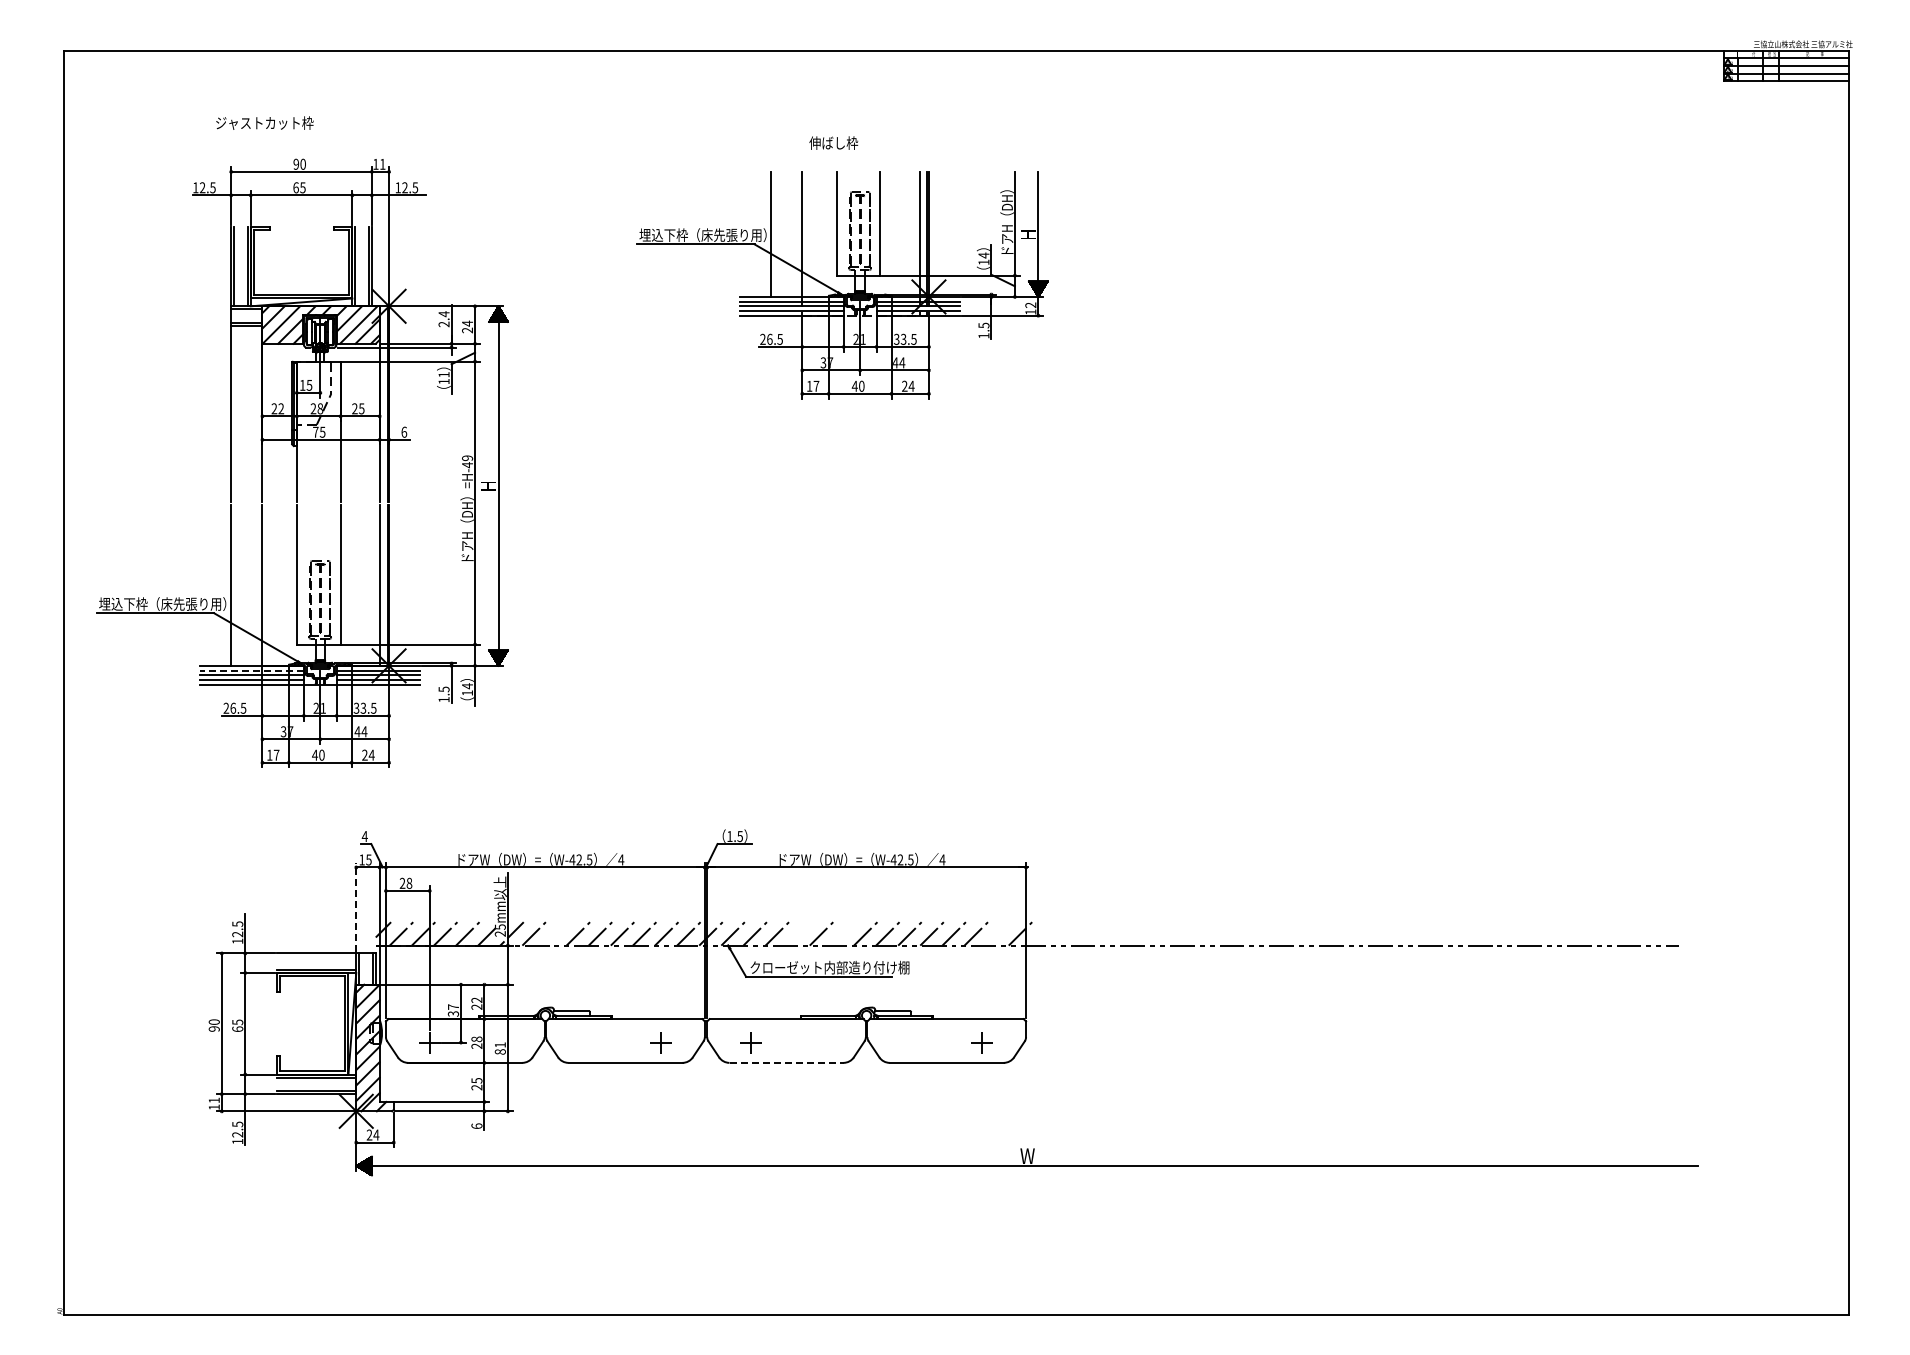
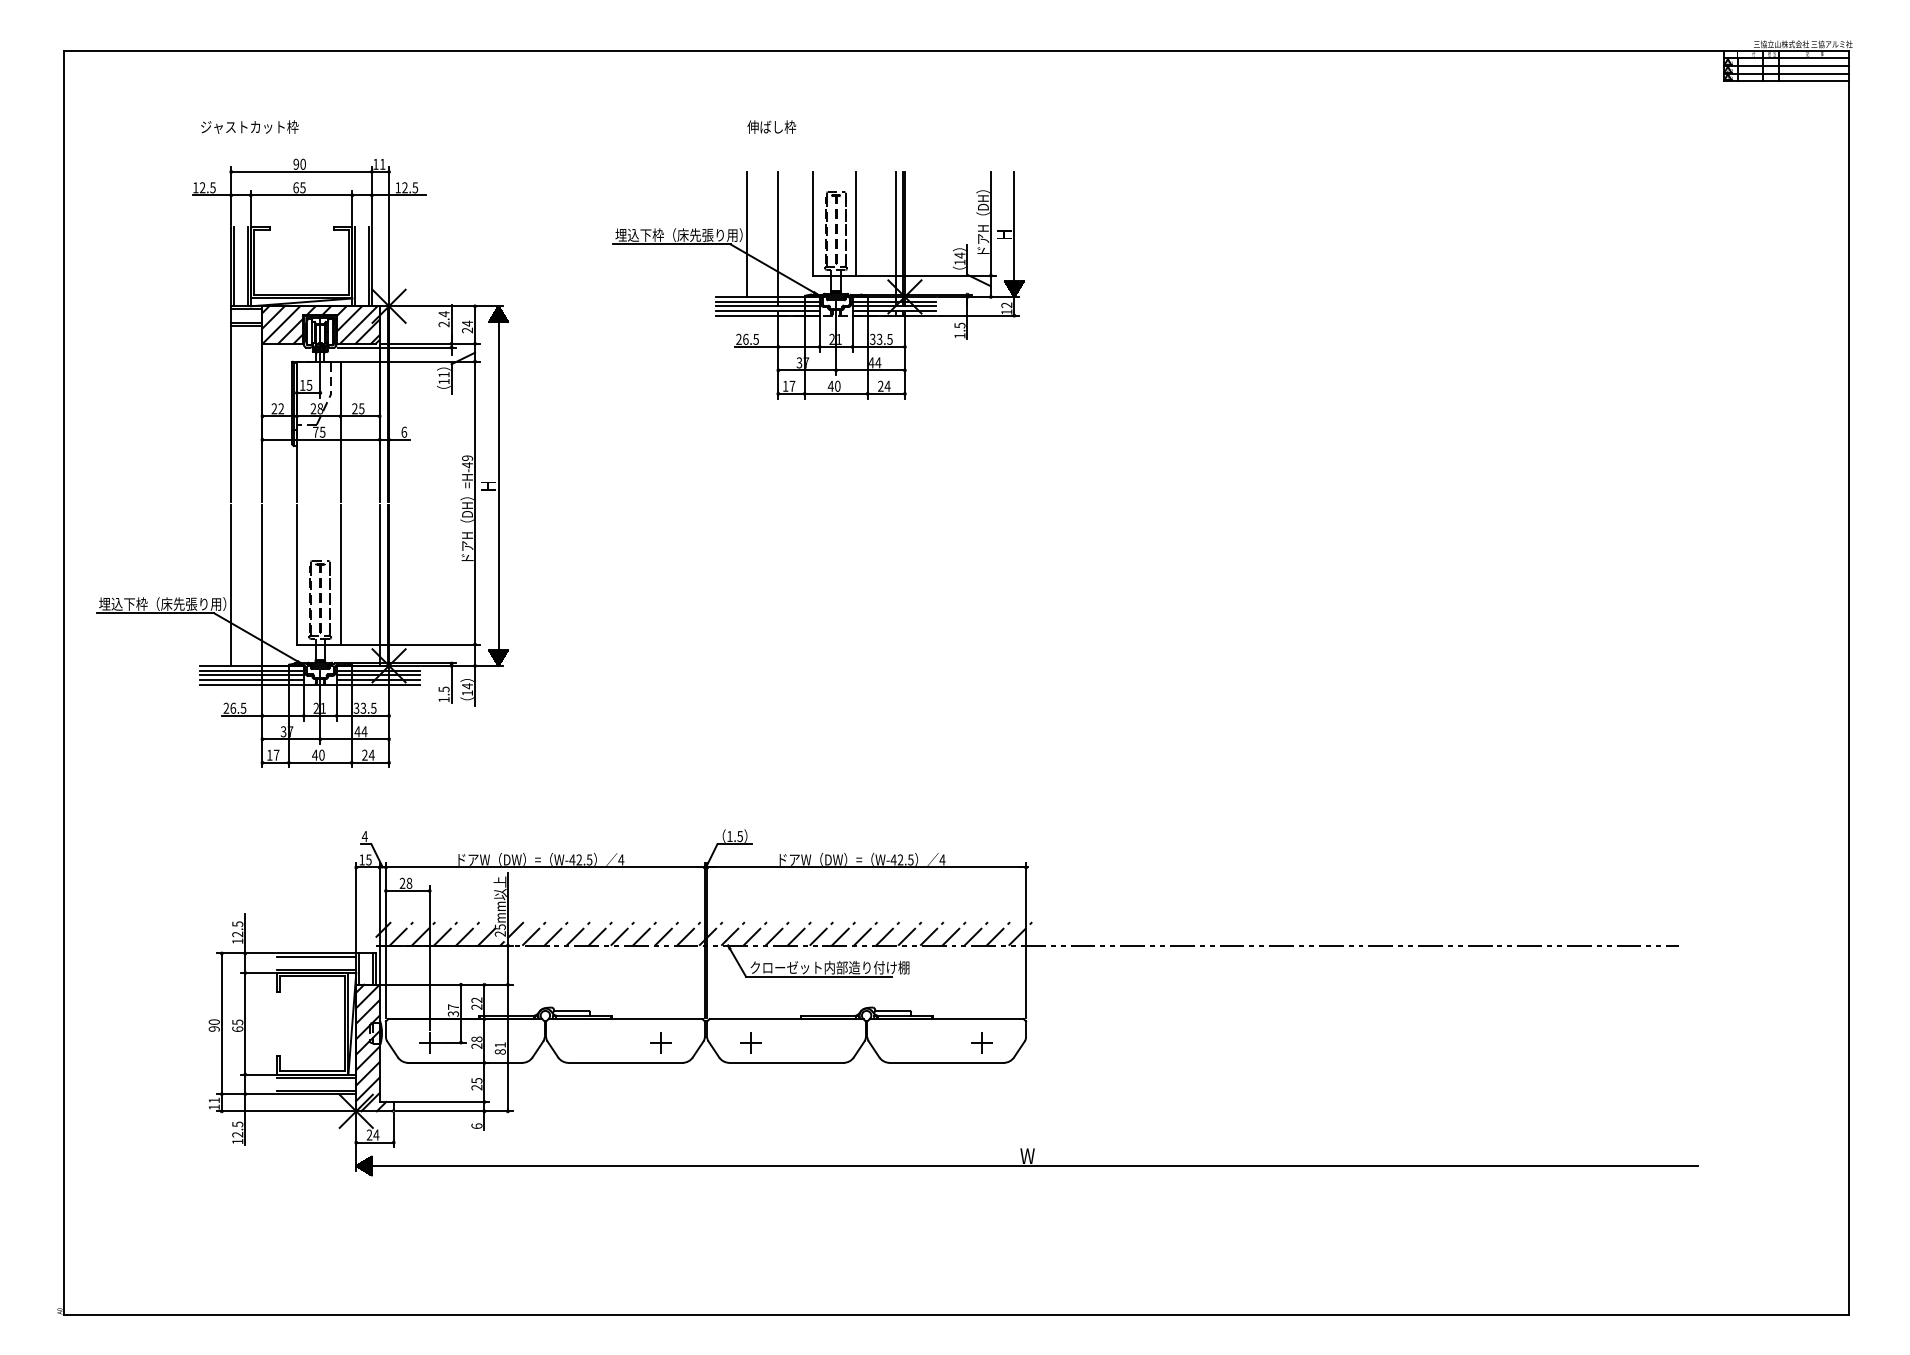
text at (264, 122) position: (264, 122) -> (249, 126)
text at (833, 142) position: (833, 142) -> (771, 126)
part at (839, 291) position: (839, 291) -> (815, 291)
line at (251, 670): dashed -> solid
line at (356, 907): dashed -> solid
line at (555, 933): none -> present
line at (799, 933): none -> present
line at (843, 933): none -> present
line at (998, 933): none -> present
line at (316, 956): none -> present
line at (787, 1062): dashed -> solid
